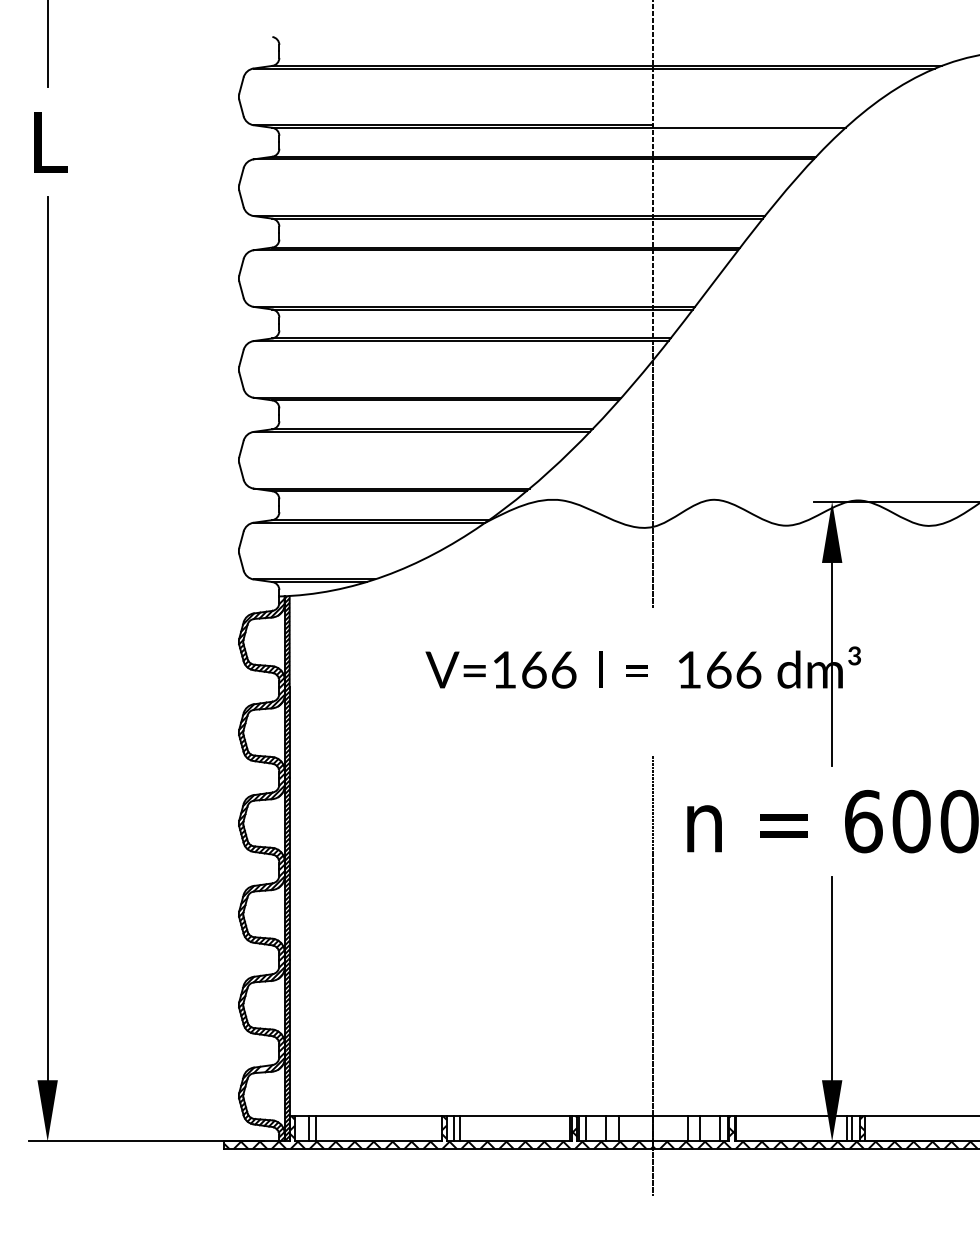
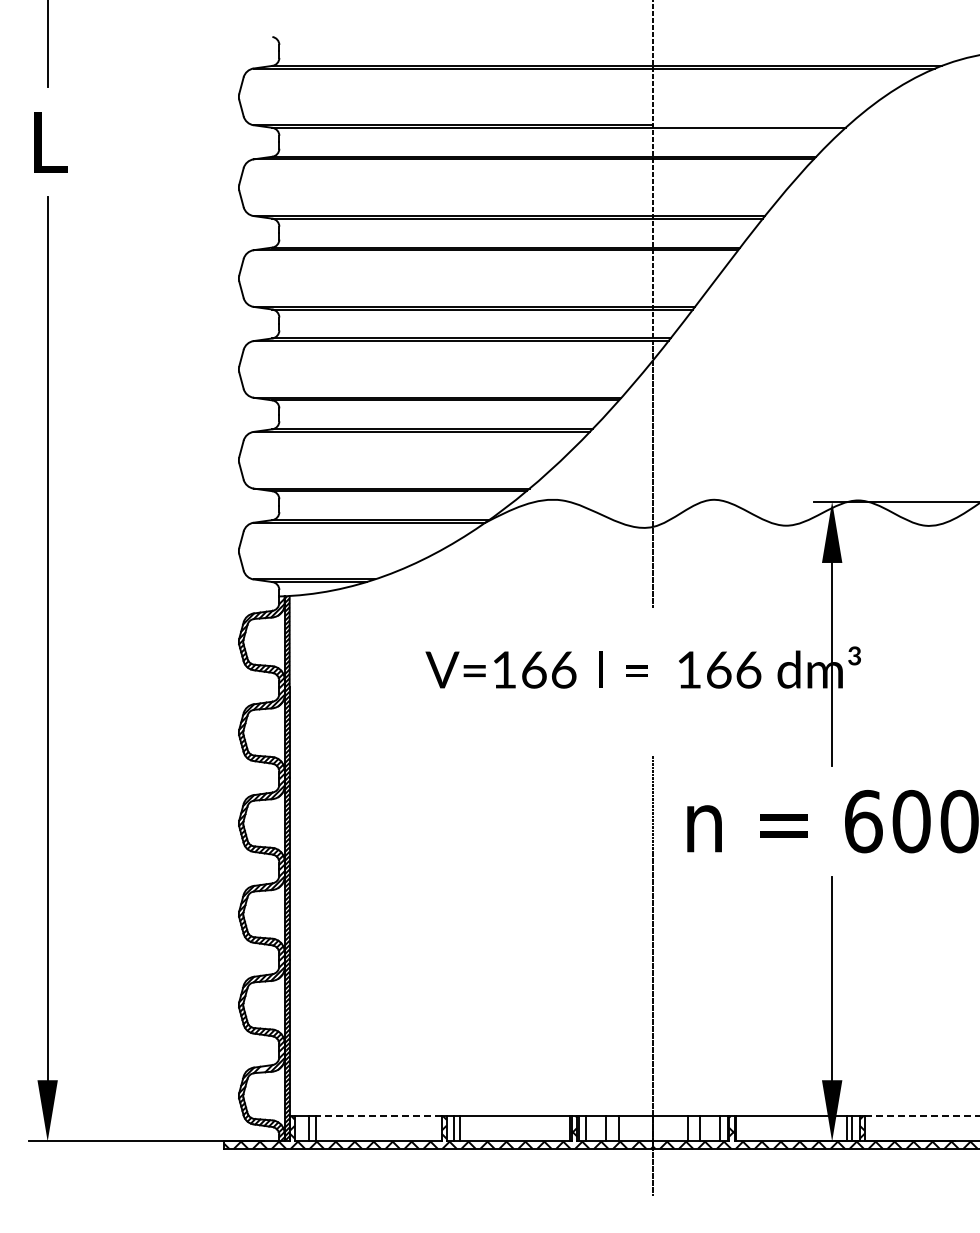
line at (378, 1116): solid -> dashed
line at (922, 1116): solid -> dashed
